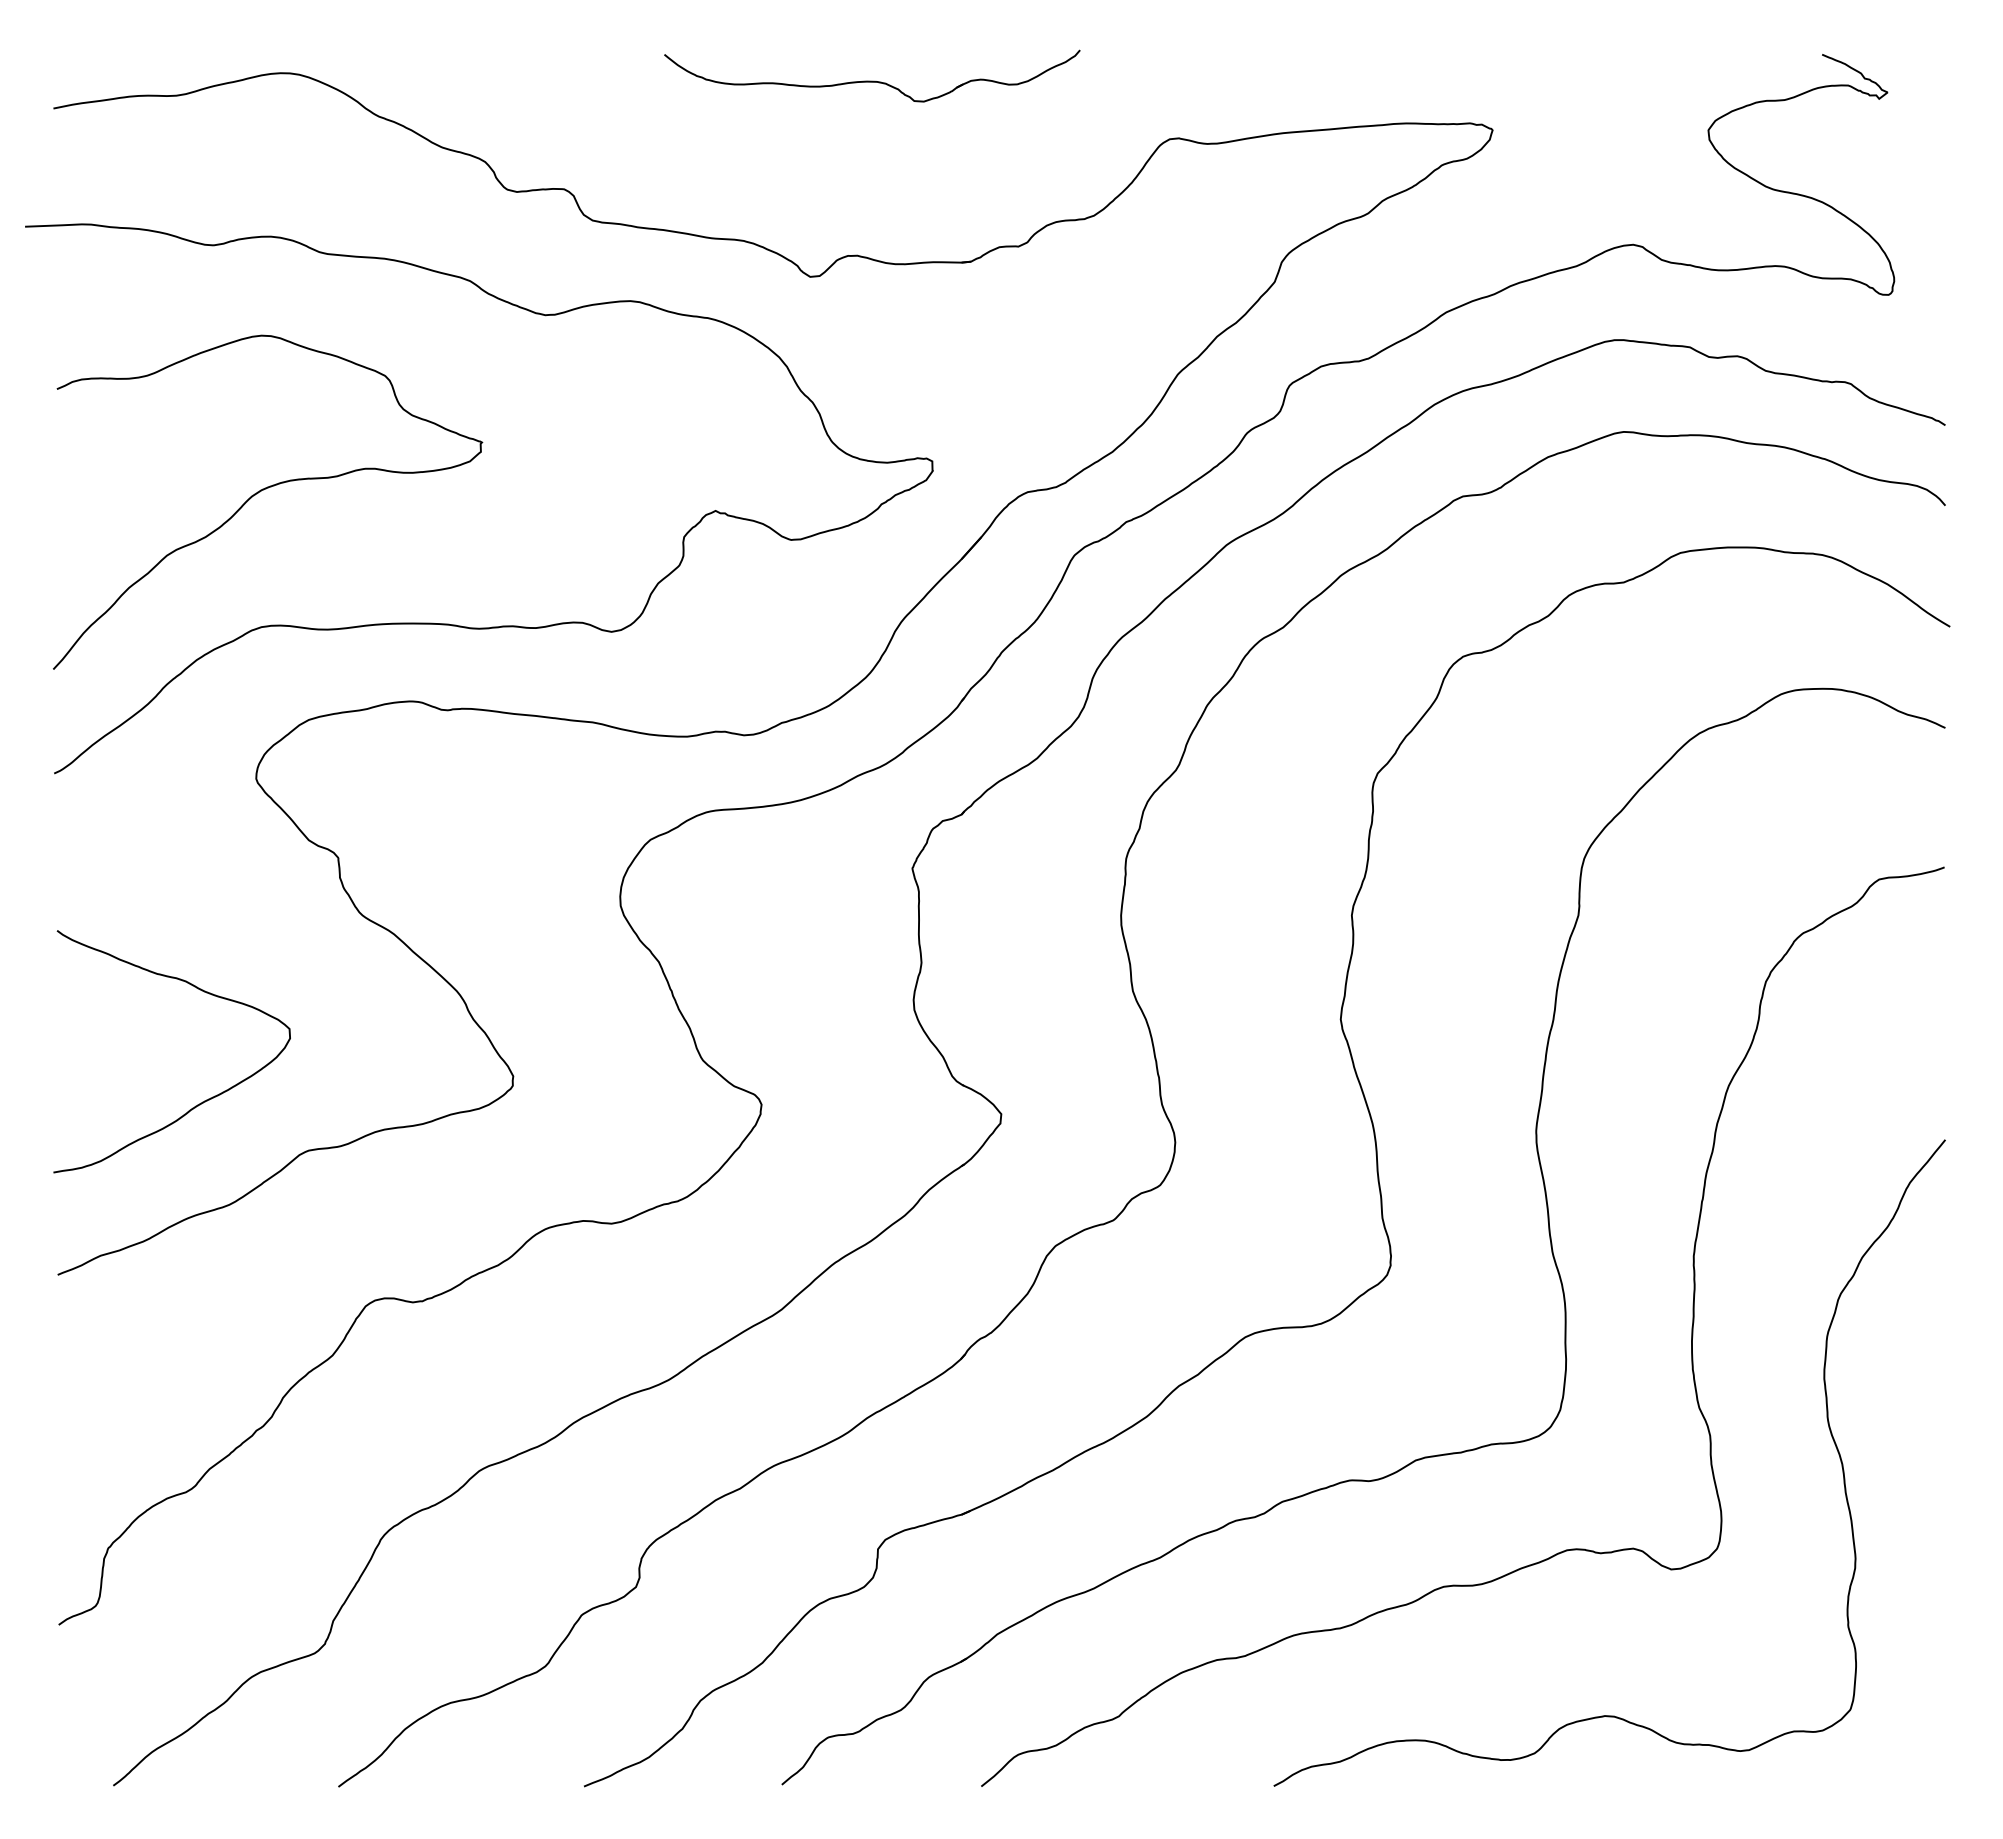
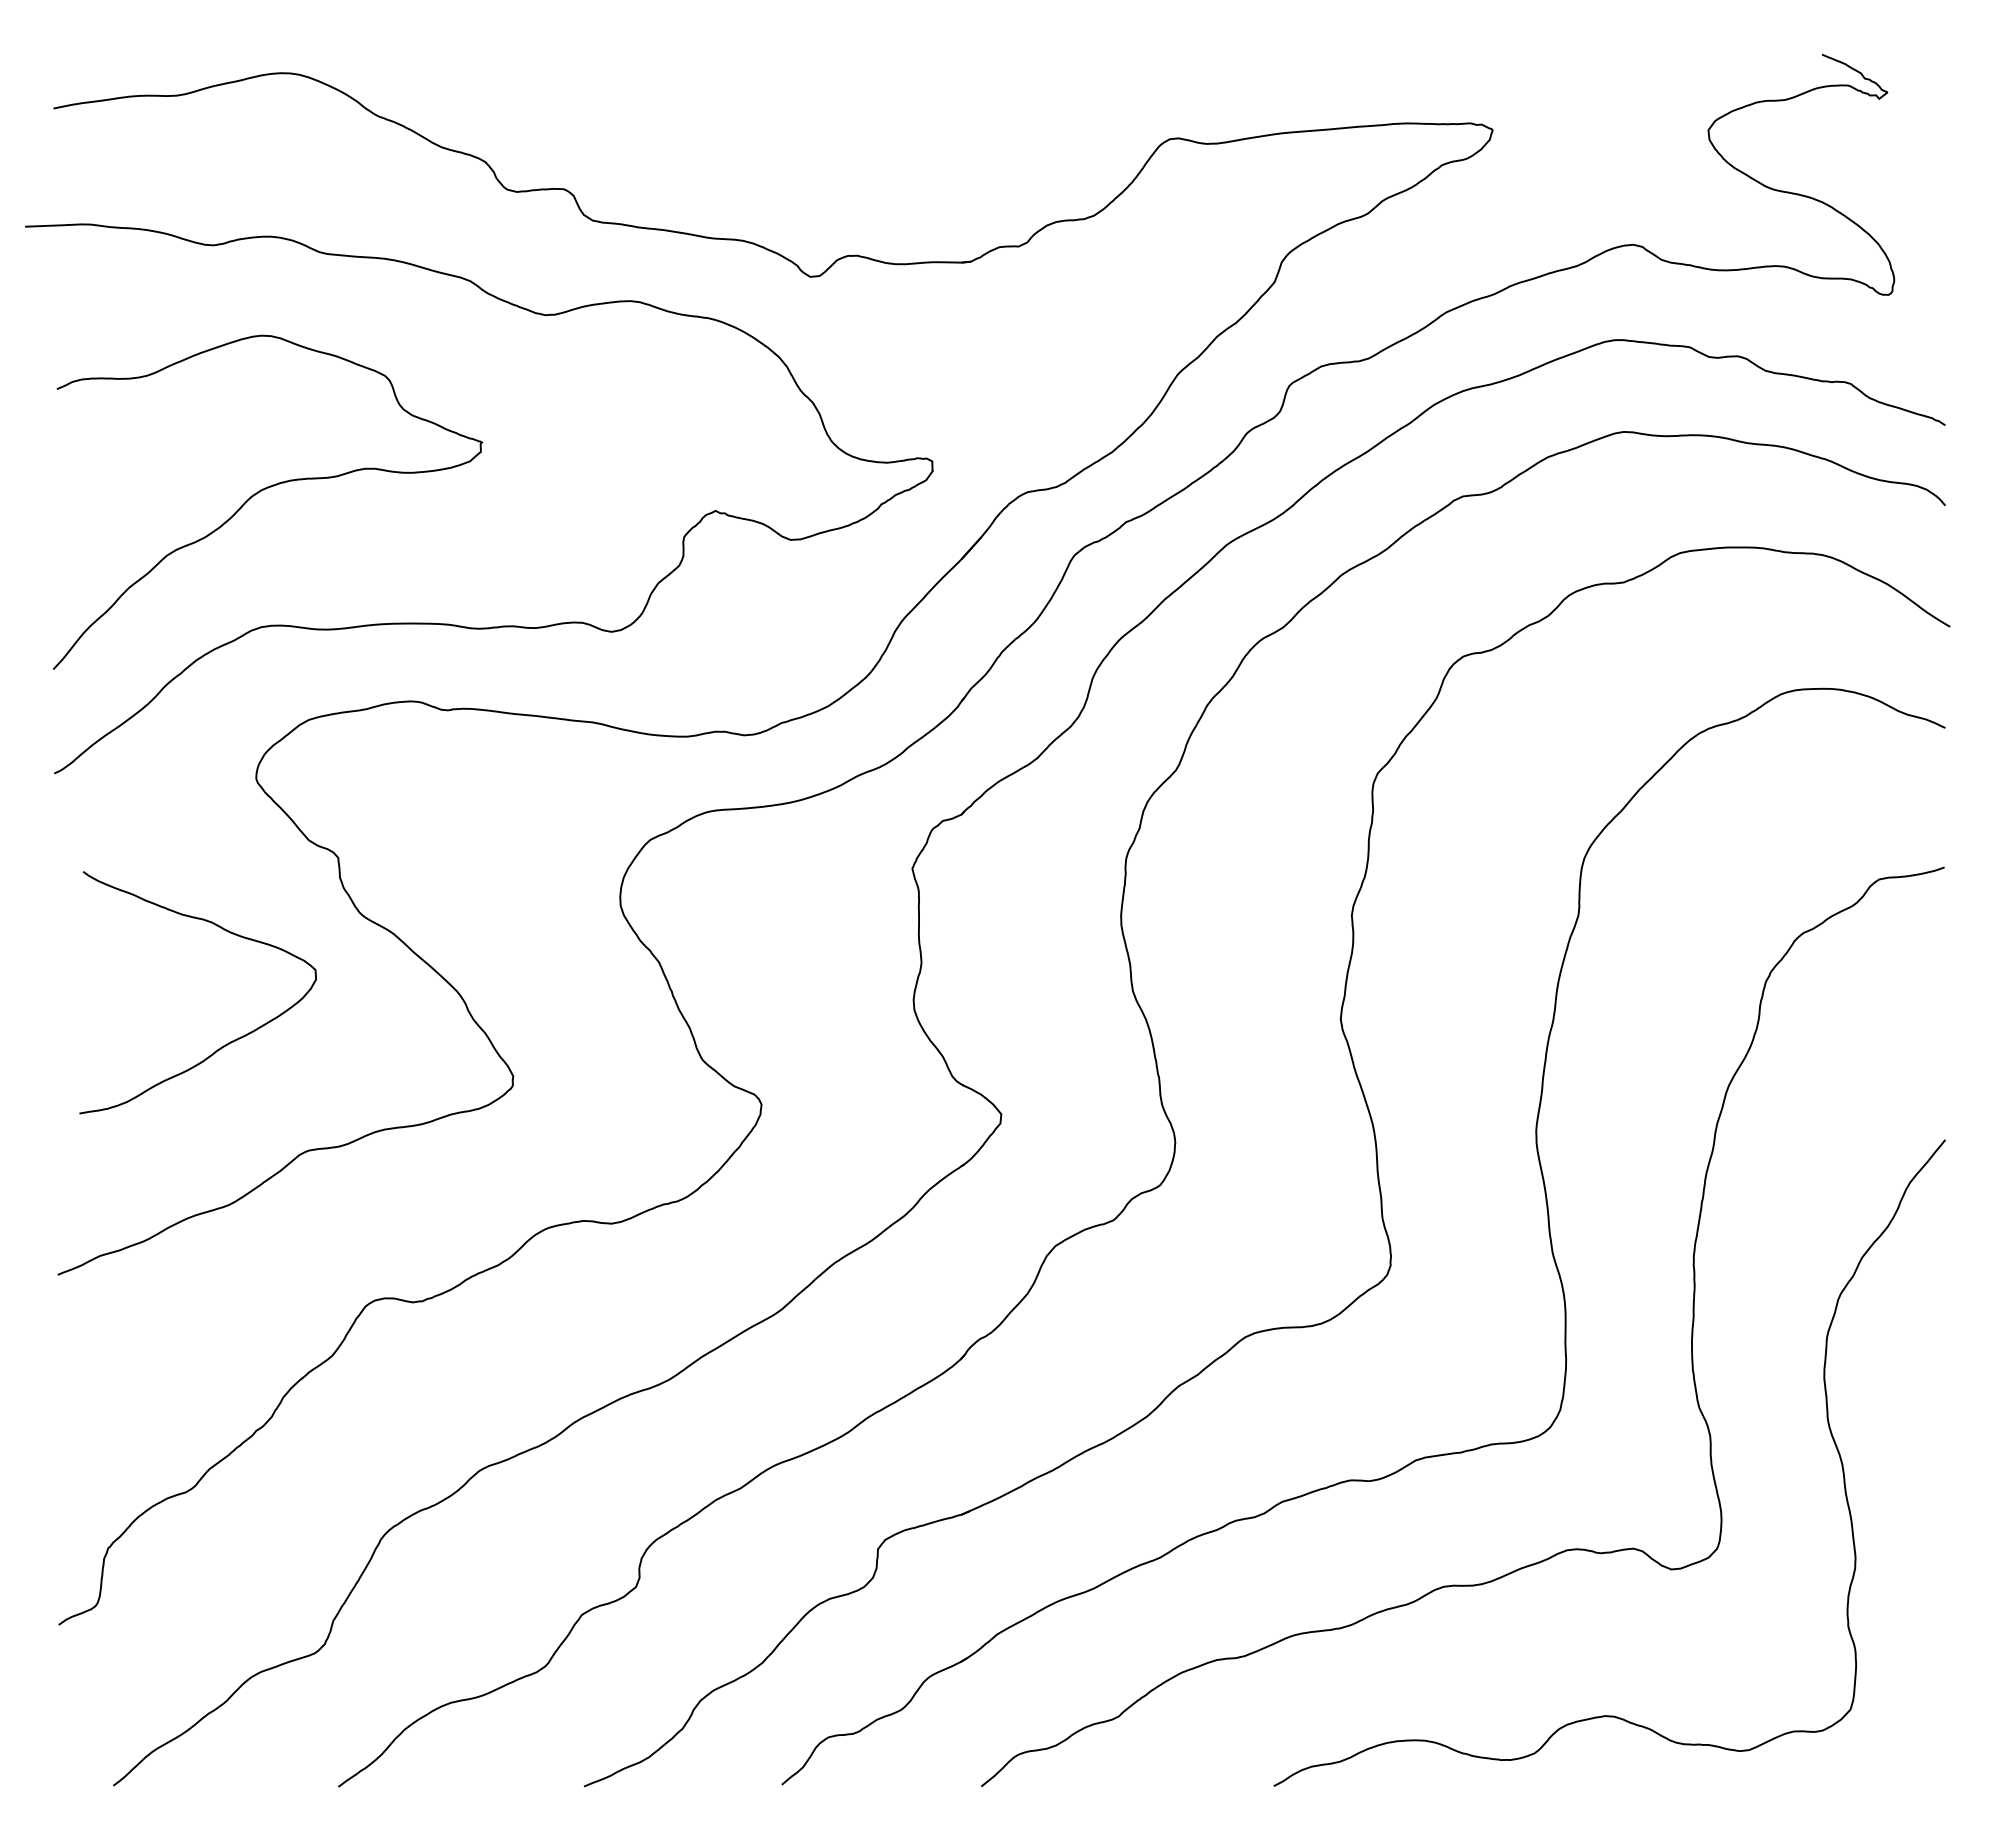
part at (872, 75): present -> none
curve at (202, 1101) position: (202, 1101) -> (228, 1042)
